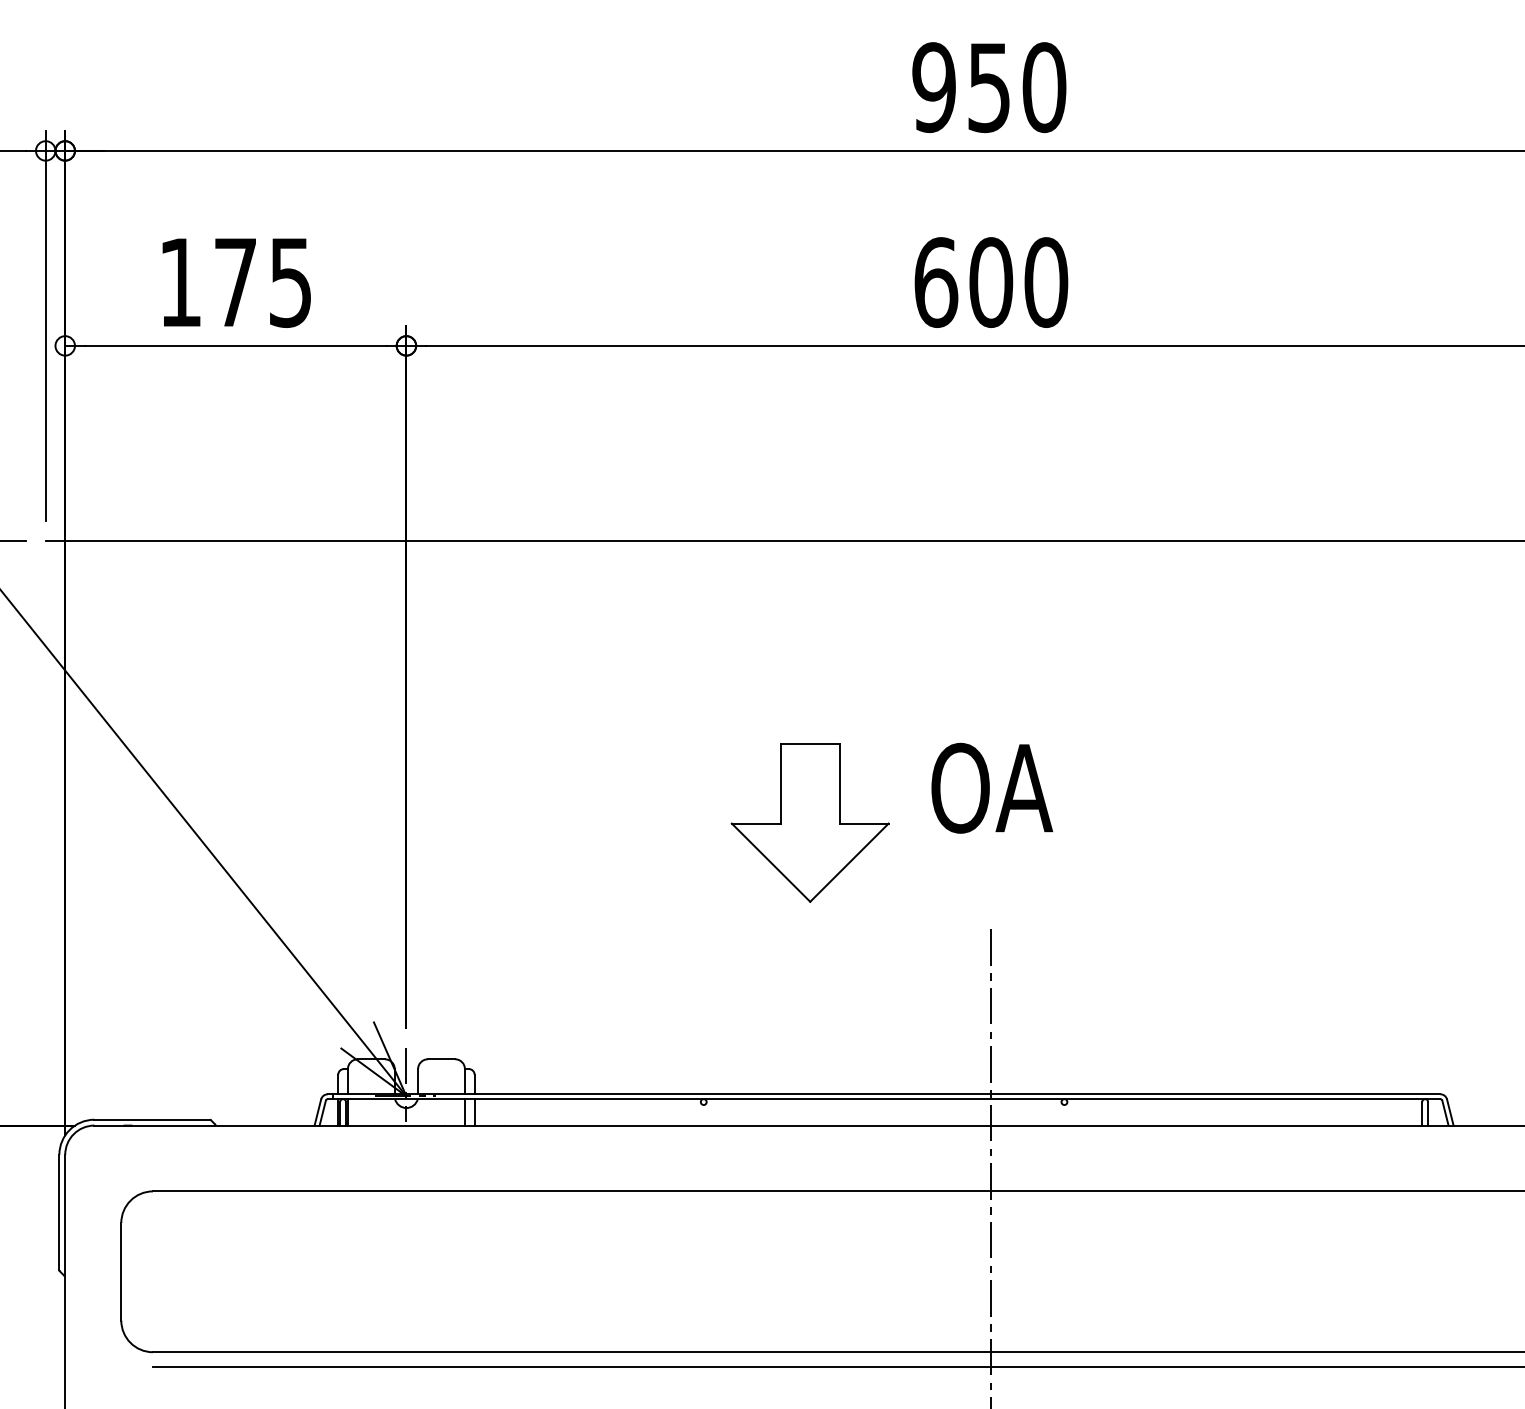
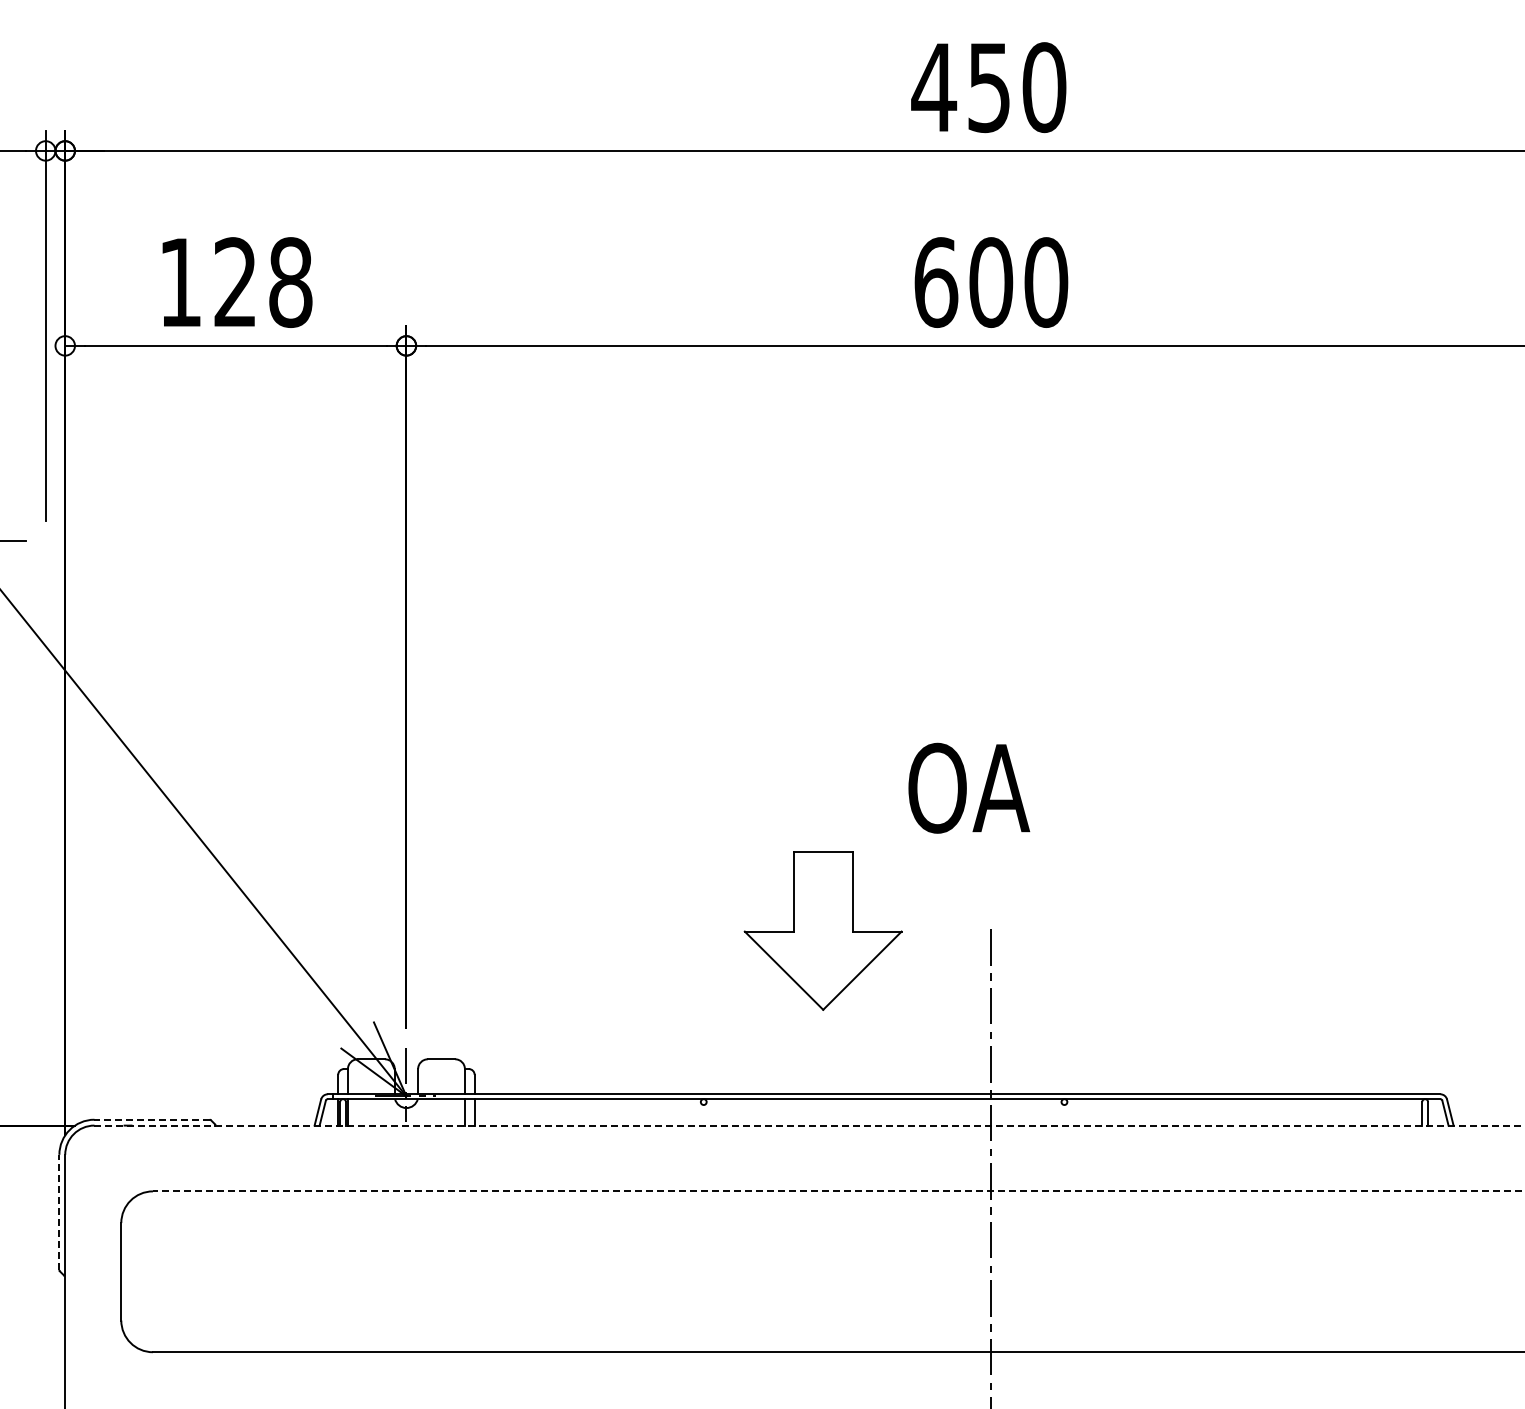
text at (934, 87): 950 -> 450
text at (263, 282): 175 -> 128
line at (783, 540): present -> none
text at (992, 787) position: (992, 787) -> (969, 787)
part at (809, 822) position: (809, 822) -> (822, 930)
line at (152, 1119): solid -> dashed
line at (809, 1125): solid -> dashed
line at (838, 1191): solid -> dashed
line at (59, 1212): solid -> dashed
line at (836, 1366): present -> none
